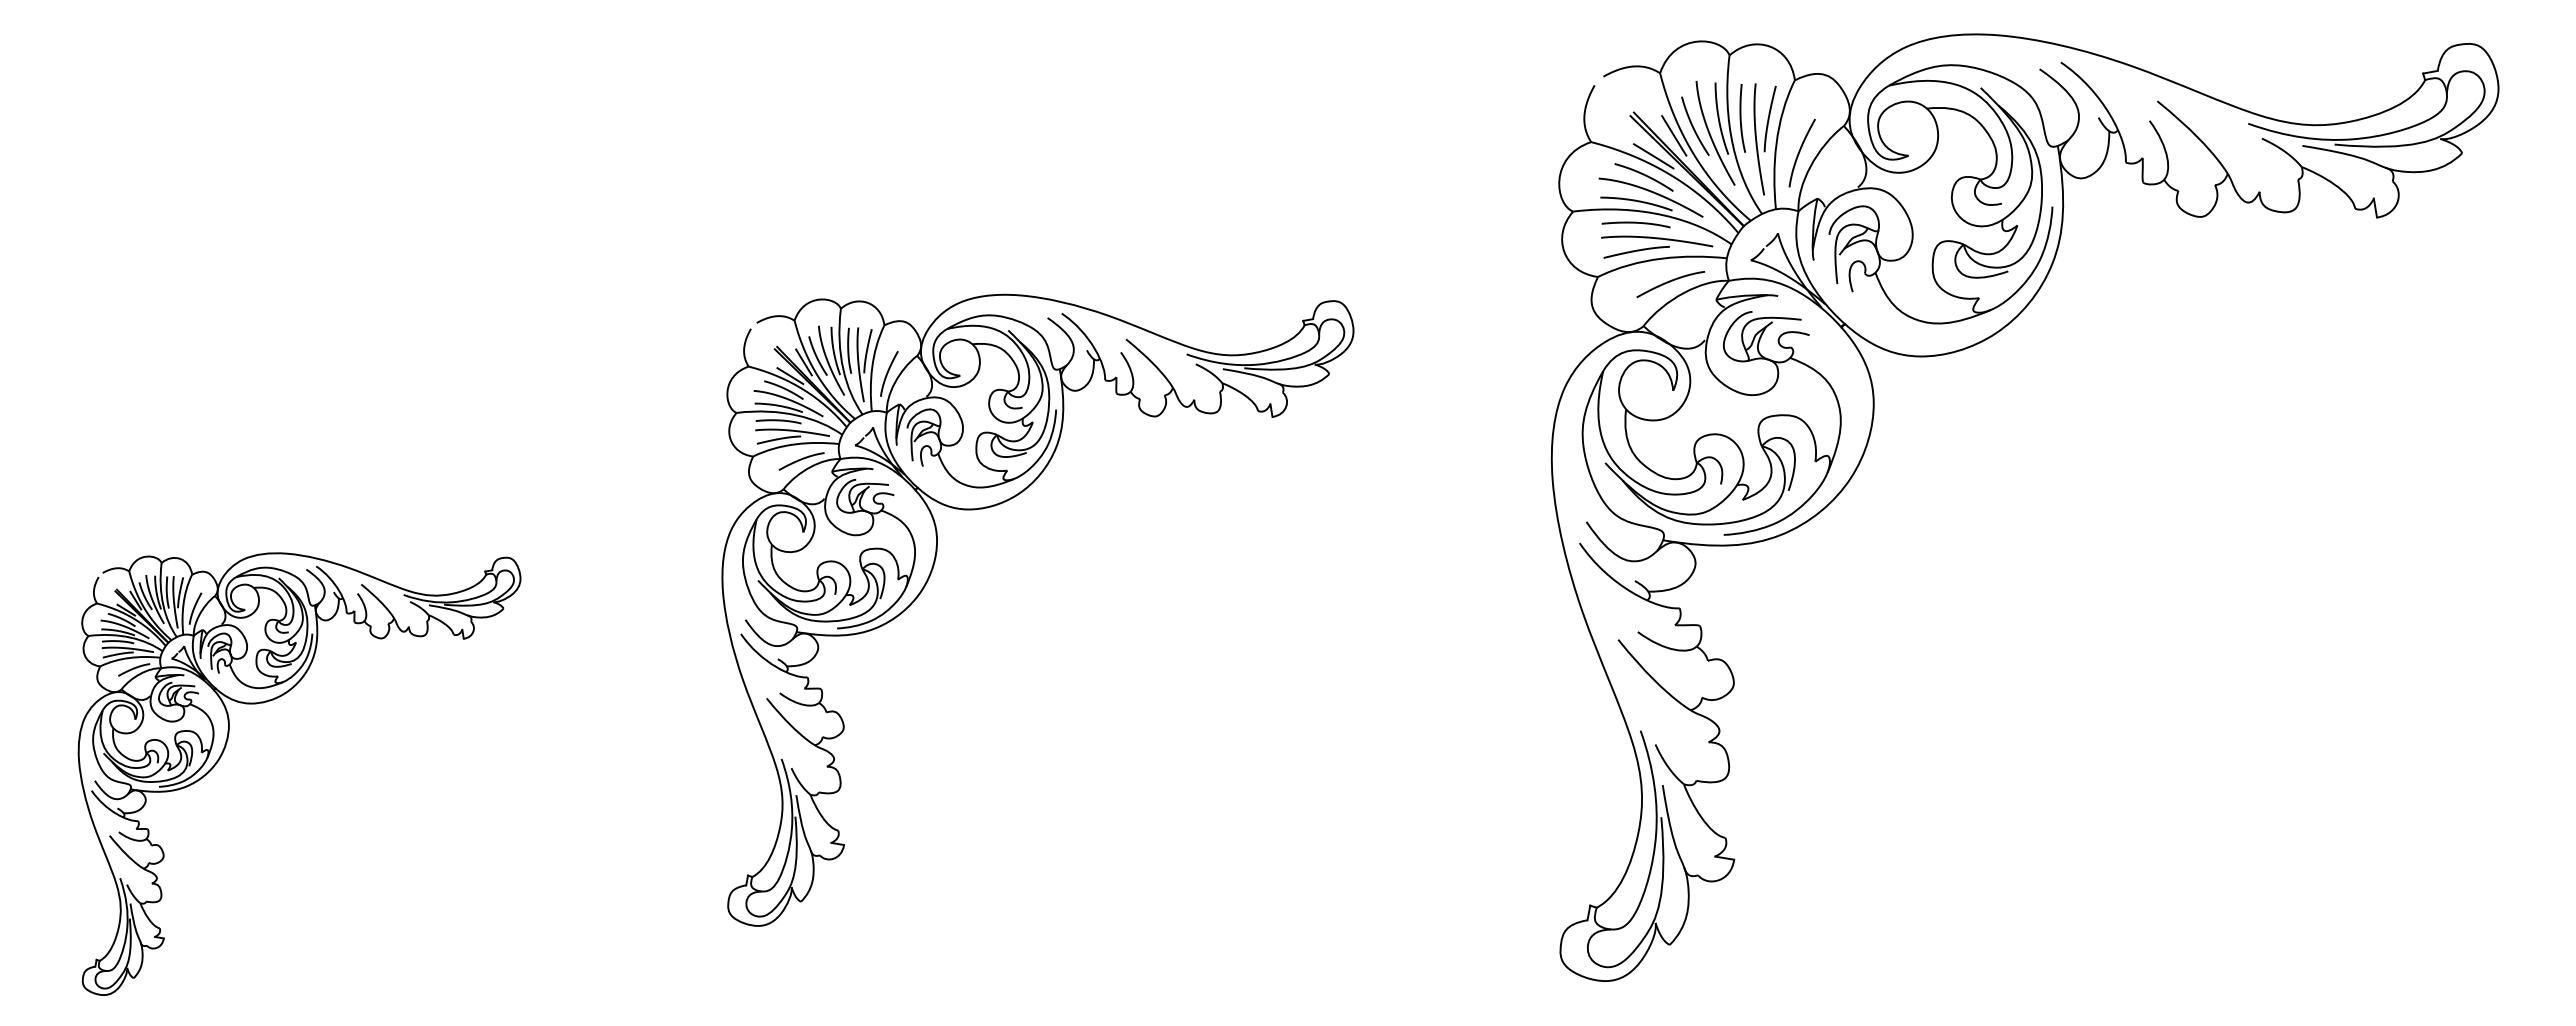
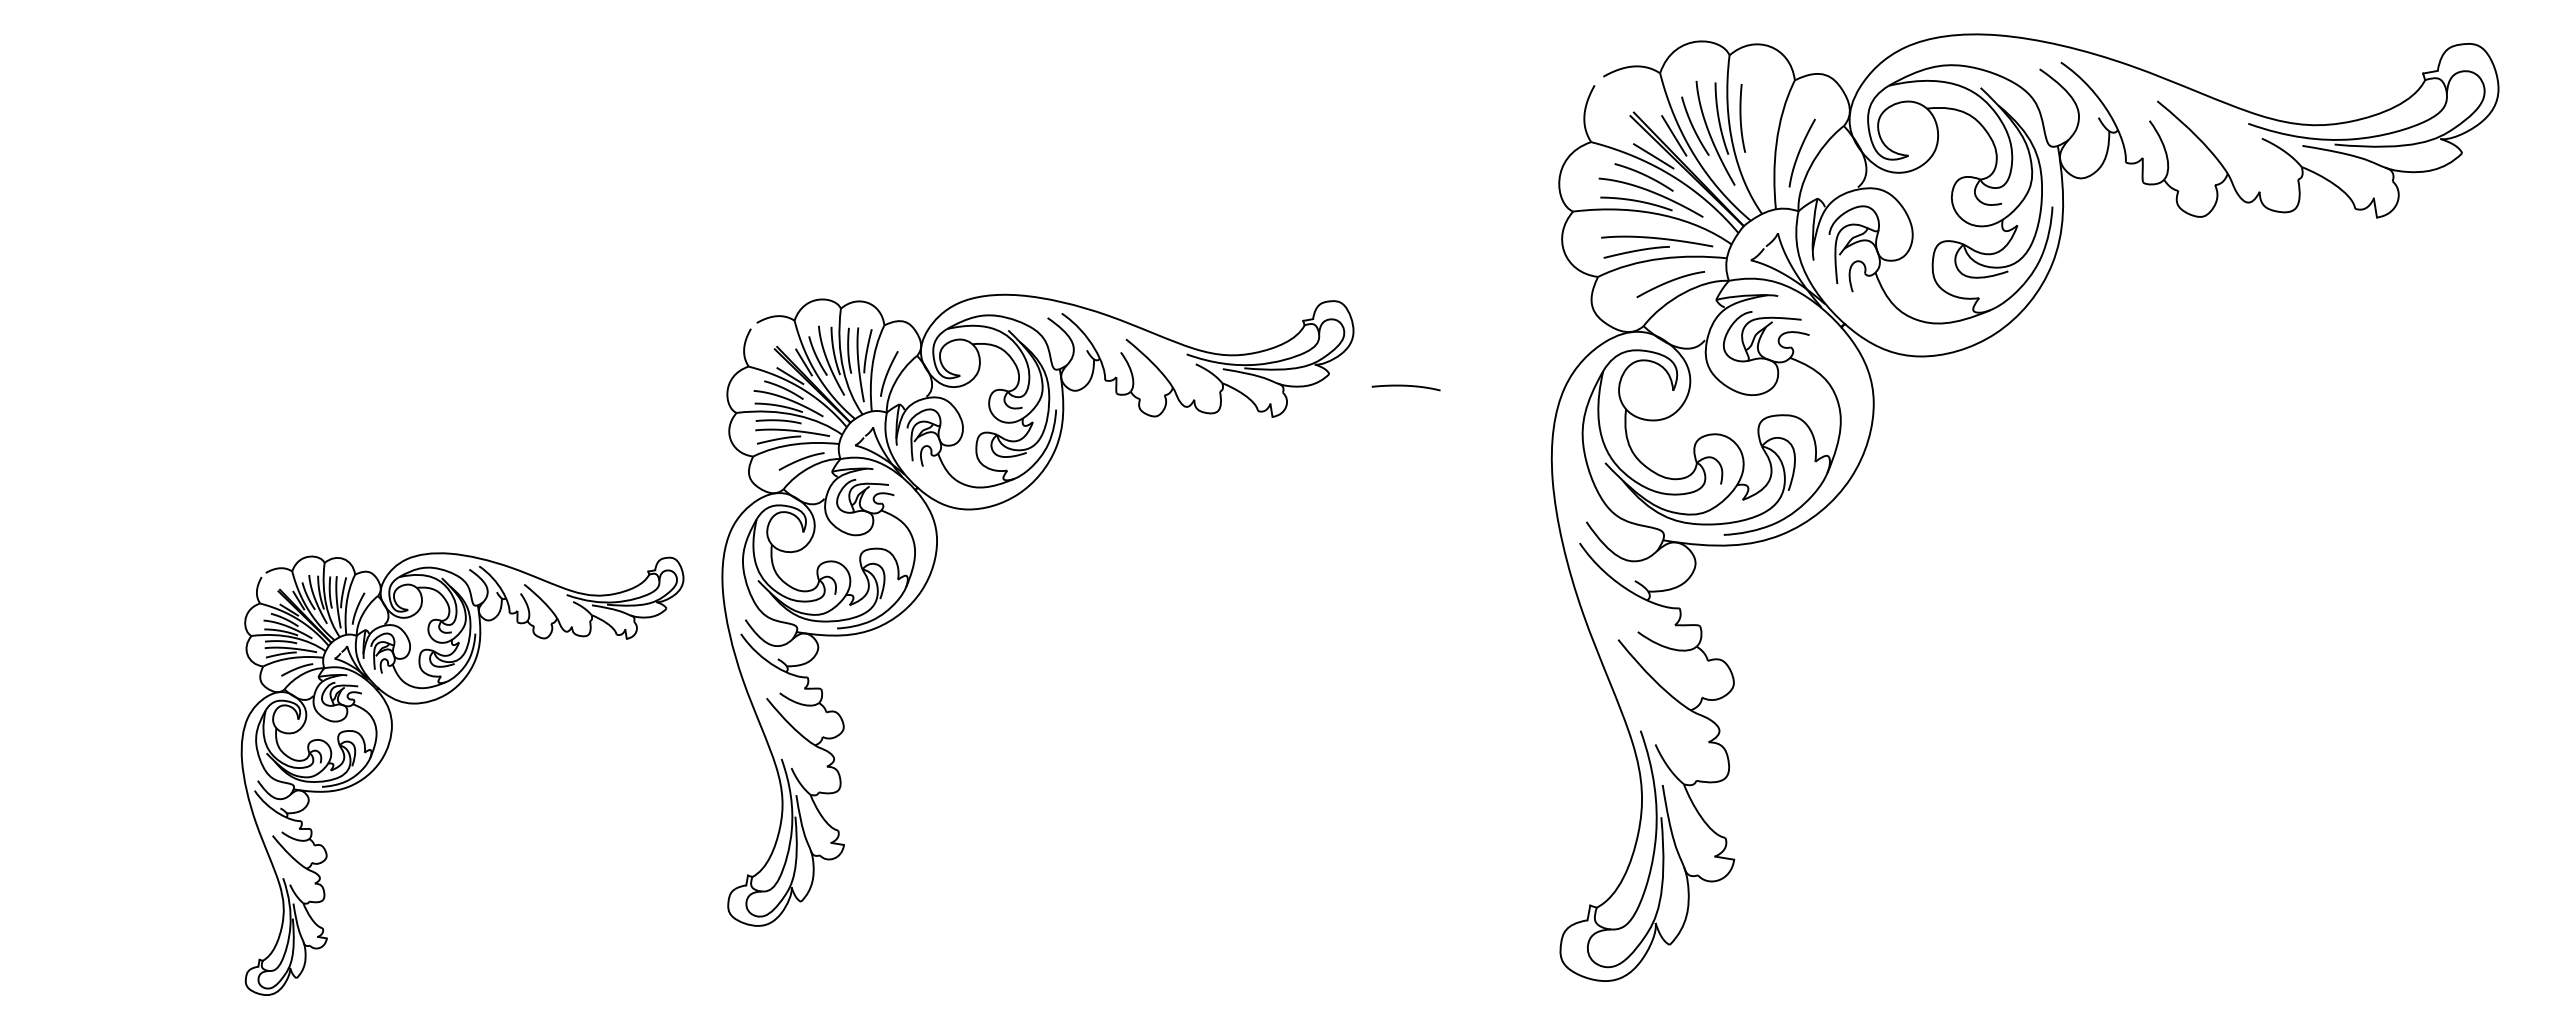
part at (1764, 139): present -> none
curve at (1635, 223) position: (1635, 223) -> (1405, 386)
part at (273, 700) position: (273, 700) -> (436, 700)
